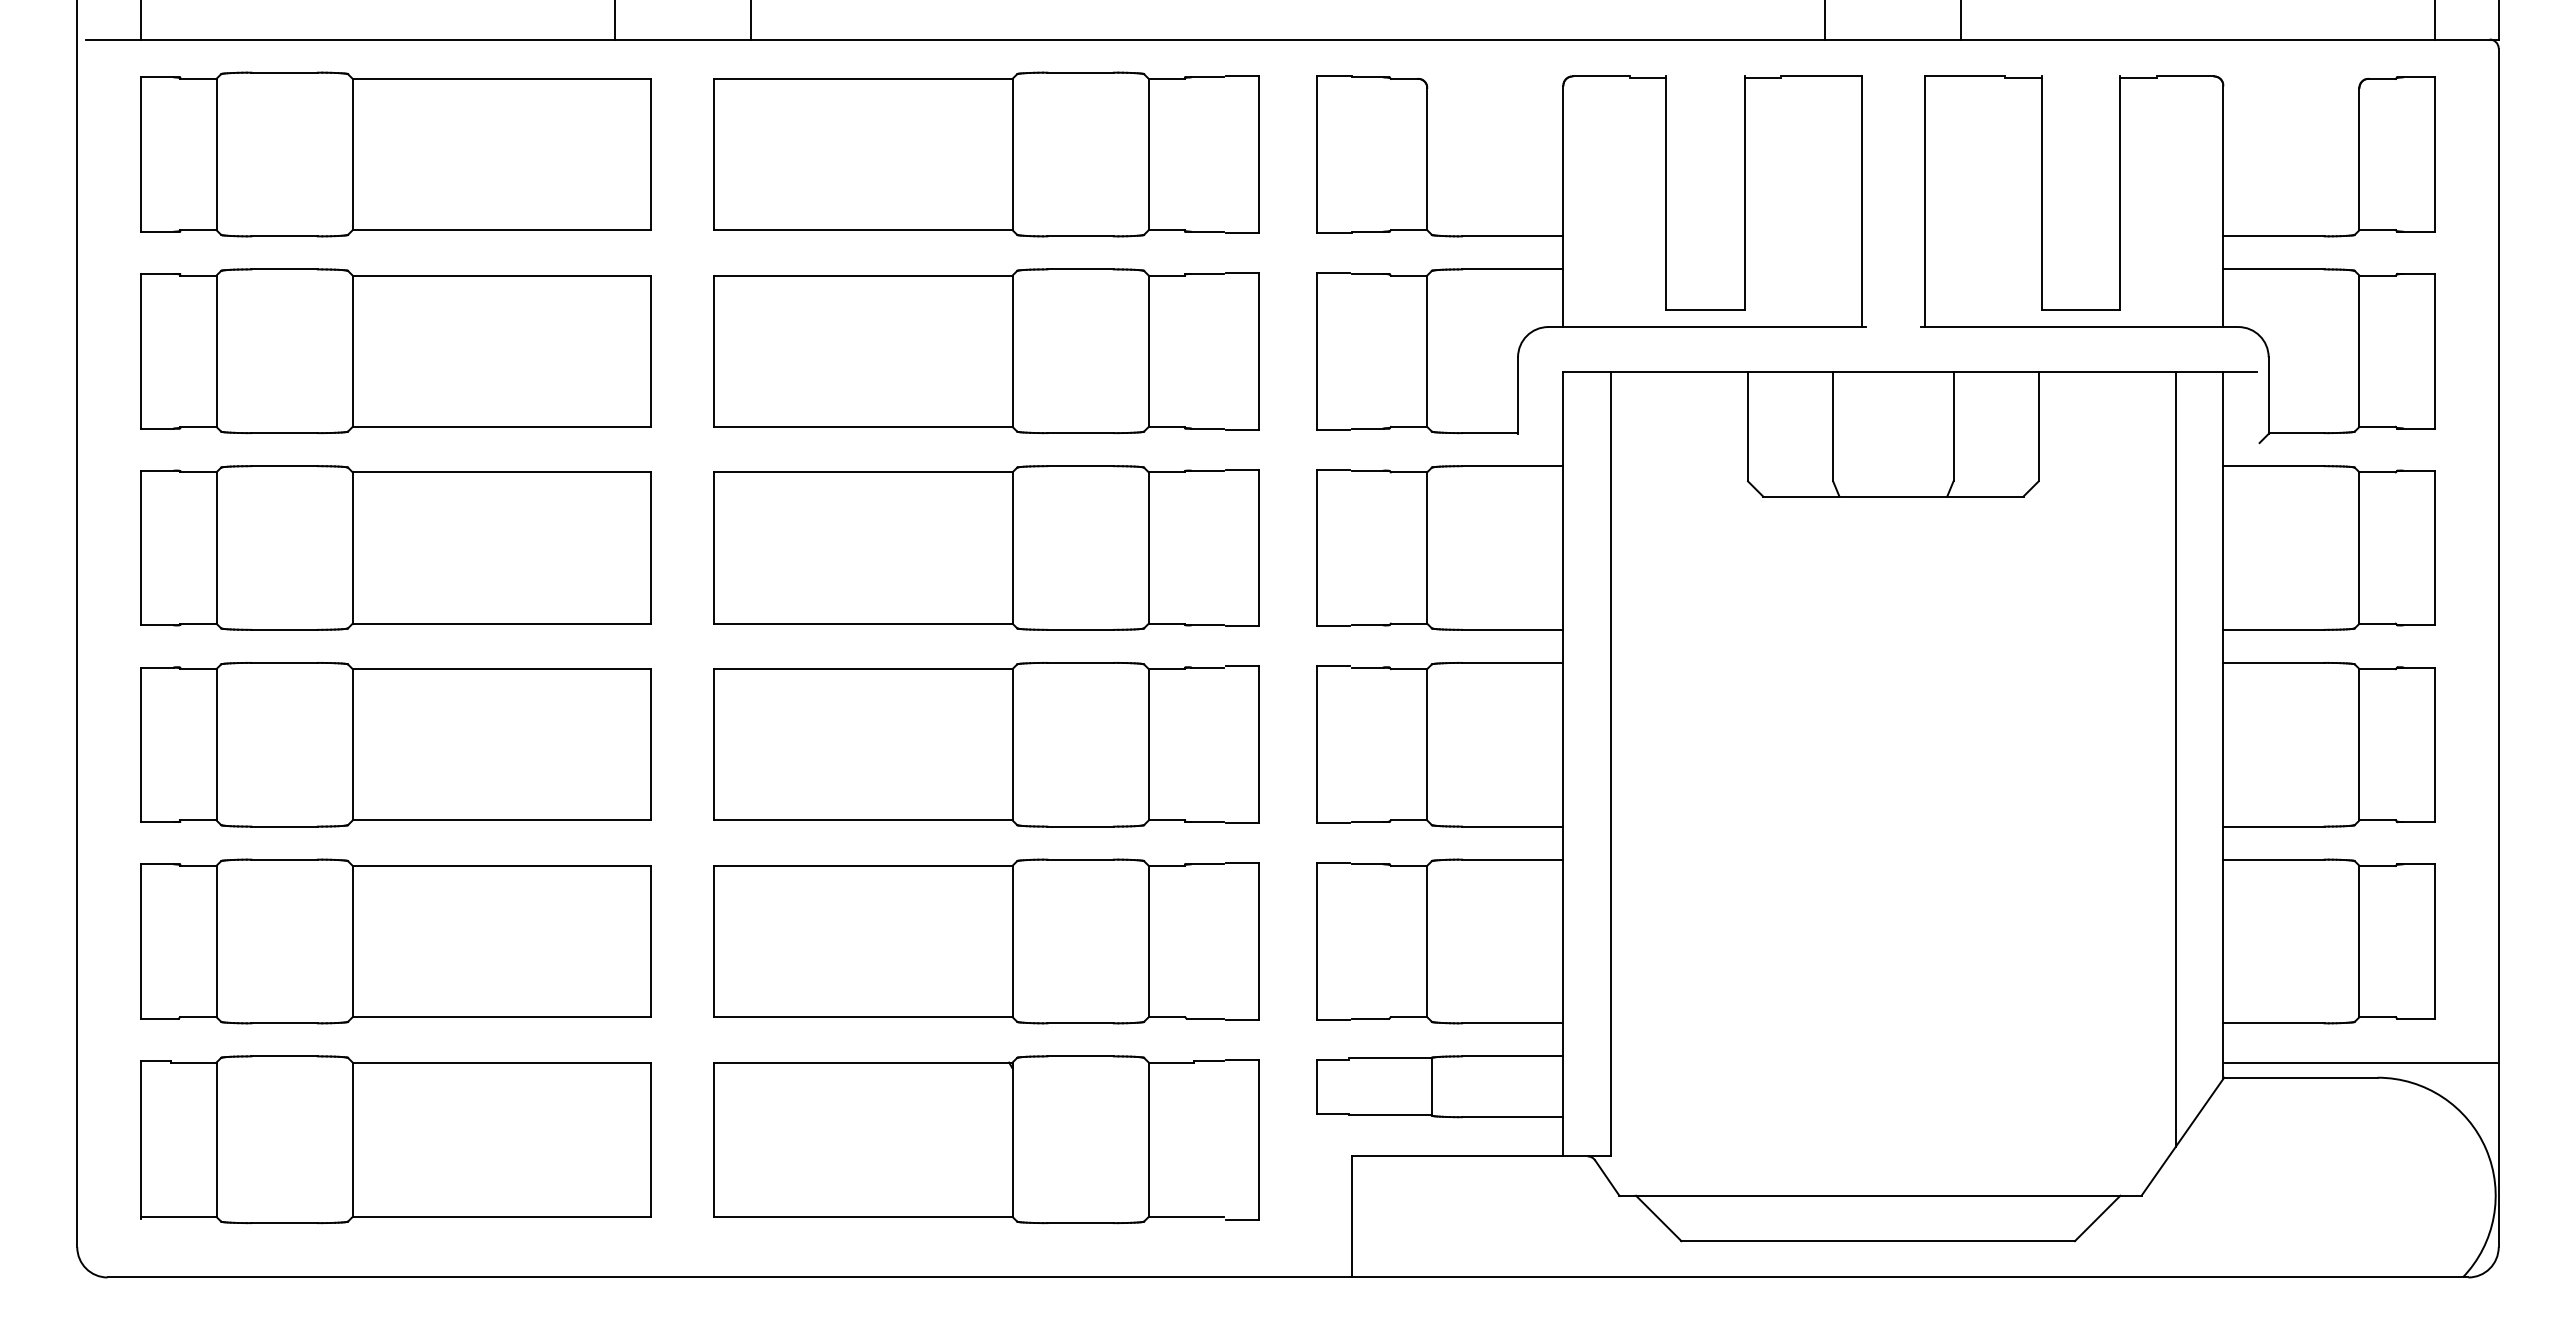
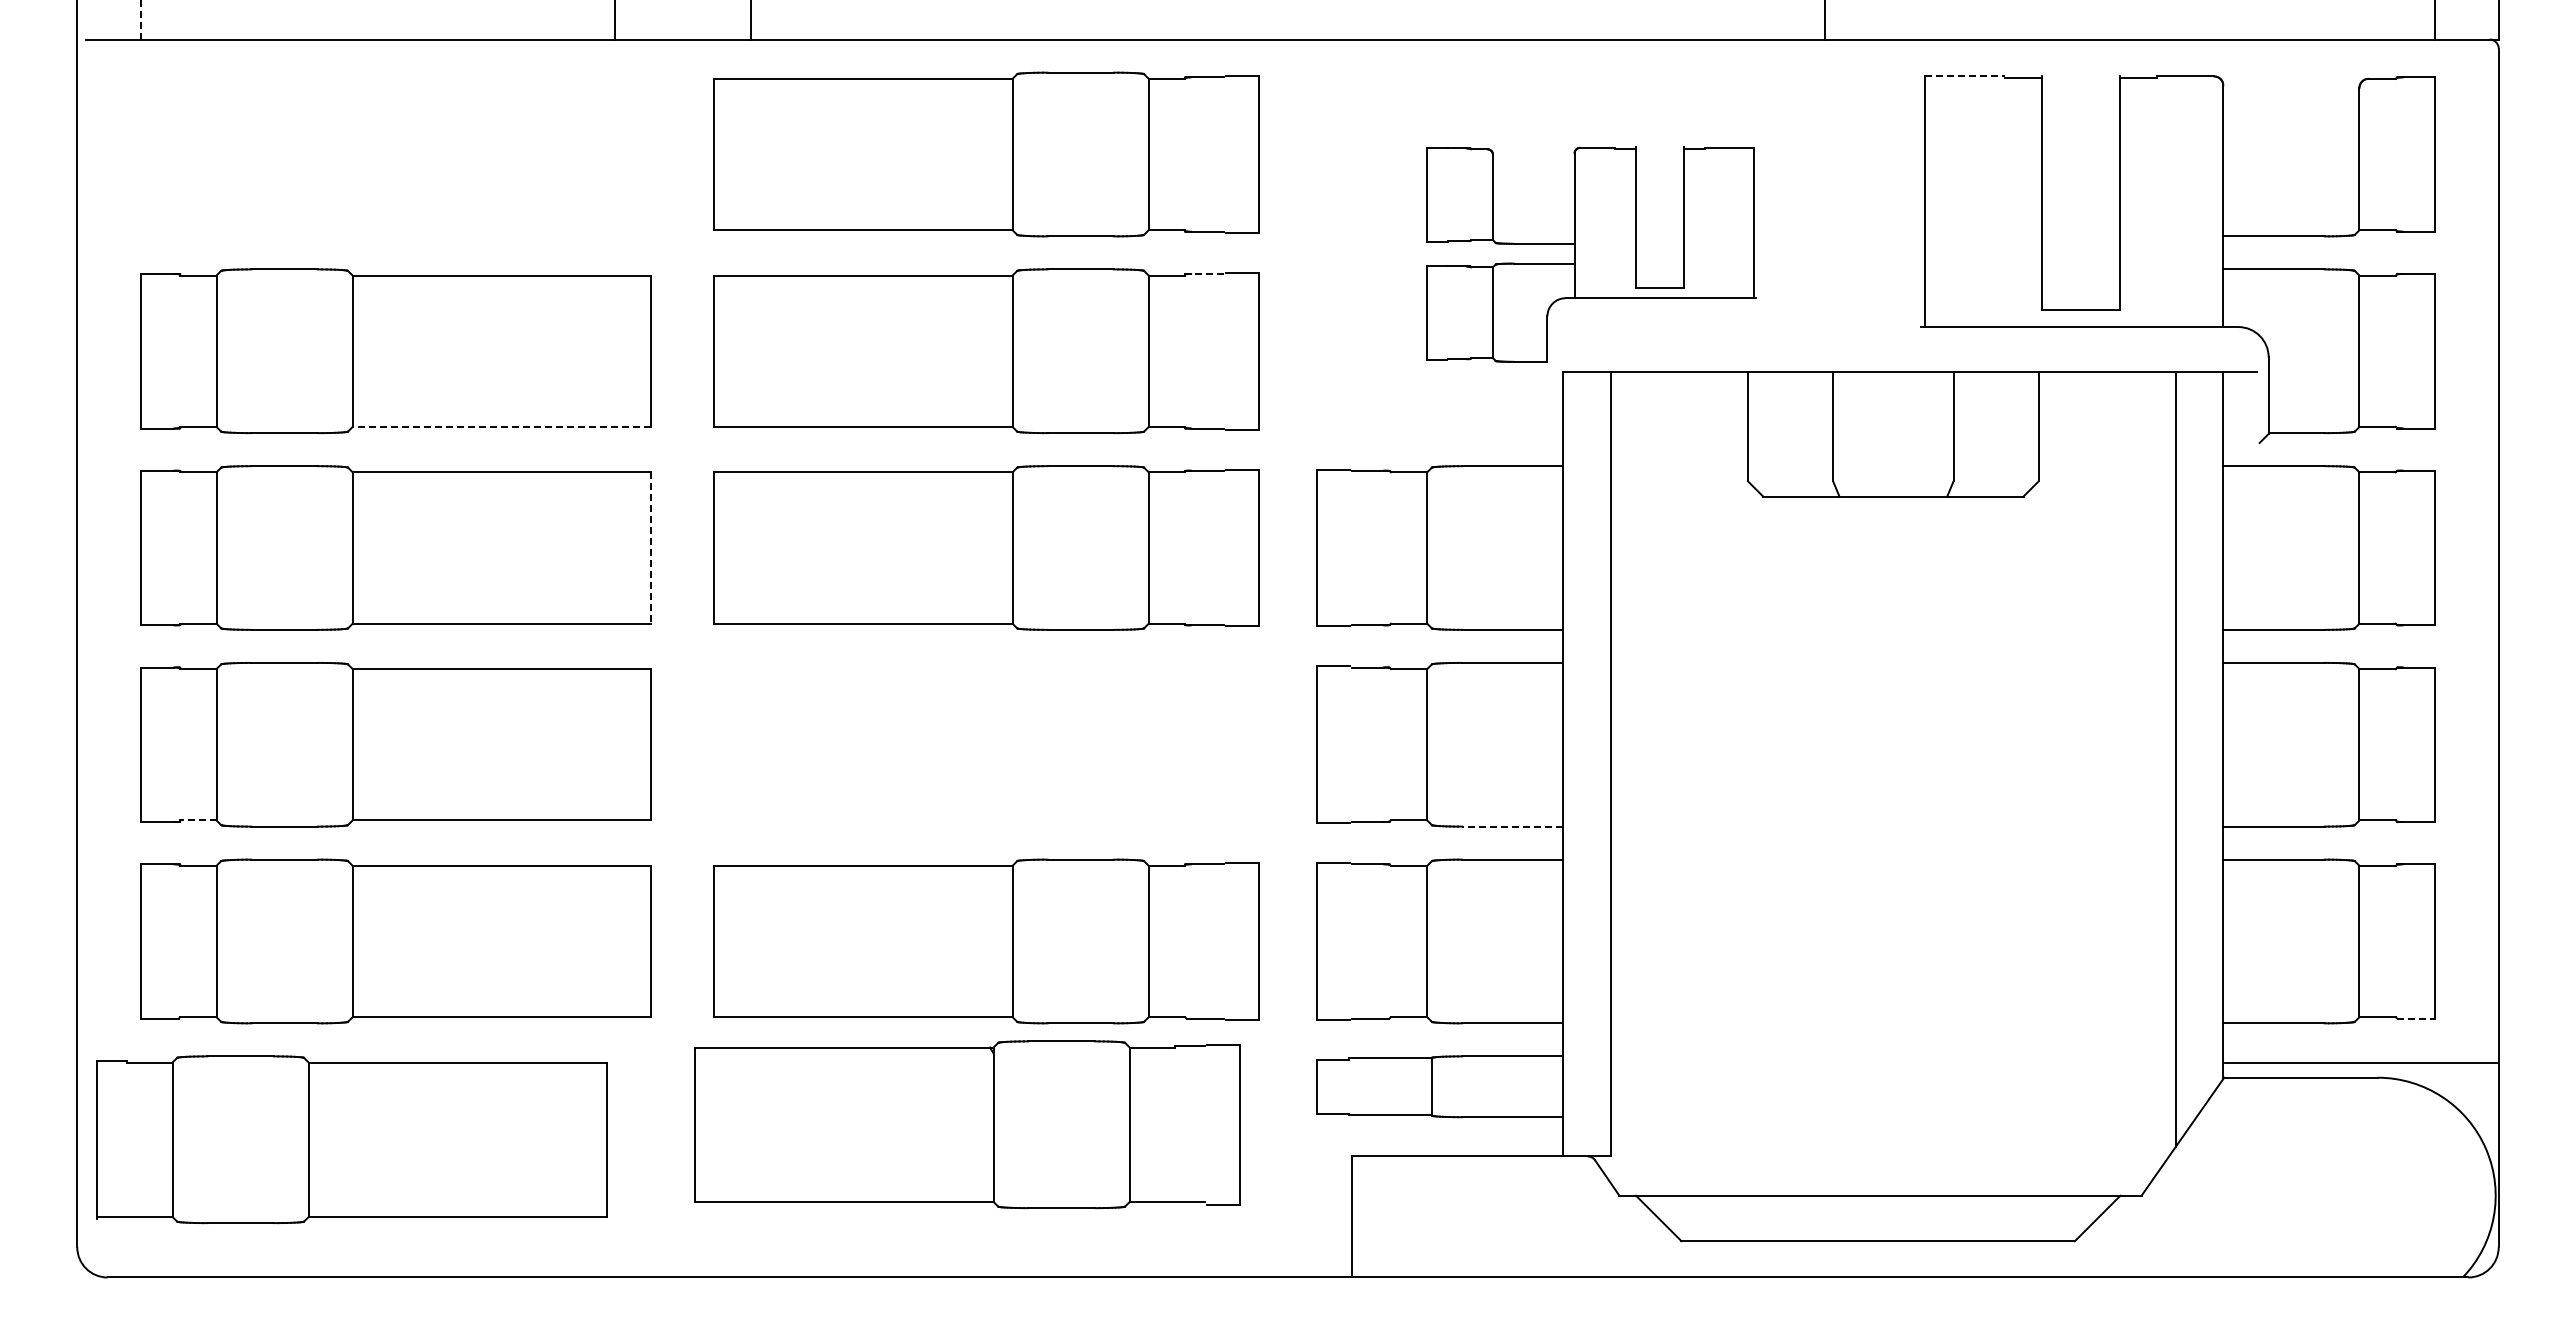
line at (140, 19): solid -> dashed
line at (1961, 20): present -> none
line at (1965, 76): solid -> dashed
part at (395, 154): present -> none
part at (1591, 254) size: 551x360 px -> 331x217 px
line at (1207, 274): solid -> dashed
line at (501, 426): solid -> dashed
line at (650, 548): solid -> dashed
part at (986, 744): present -> none
line at (197, 820): solid -> dashed
line at (1512, 826): solid -> dashed
line at (2416, 1018): solid -> dashed
part at (395, 1139) position: (395, 1139) -> (351, 1139)
part at (986, 1139) position: (986, 1139) -> (967, 1124)
